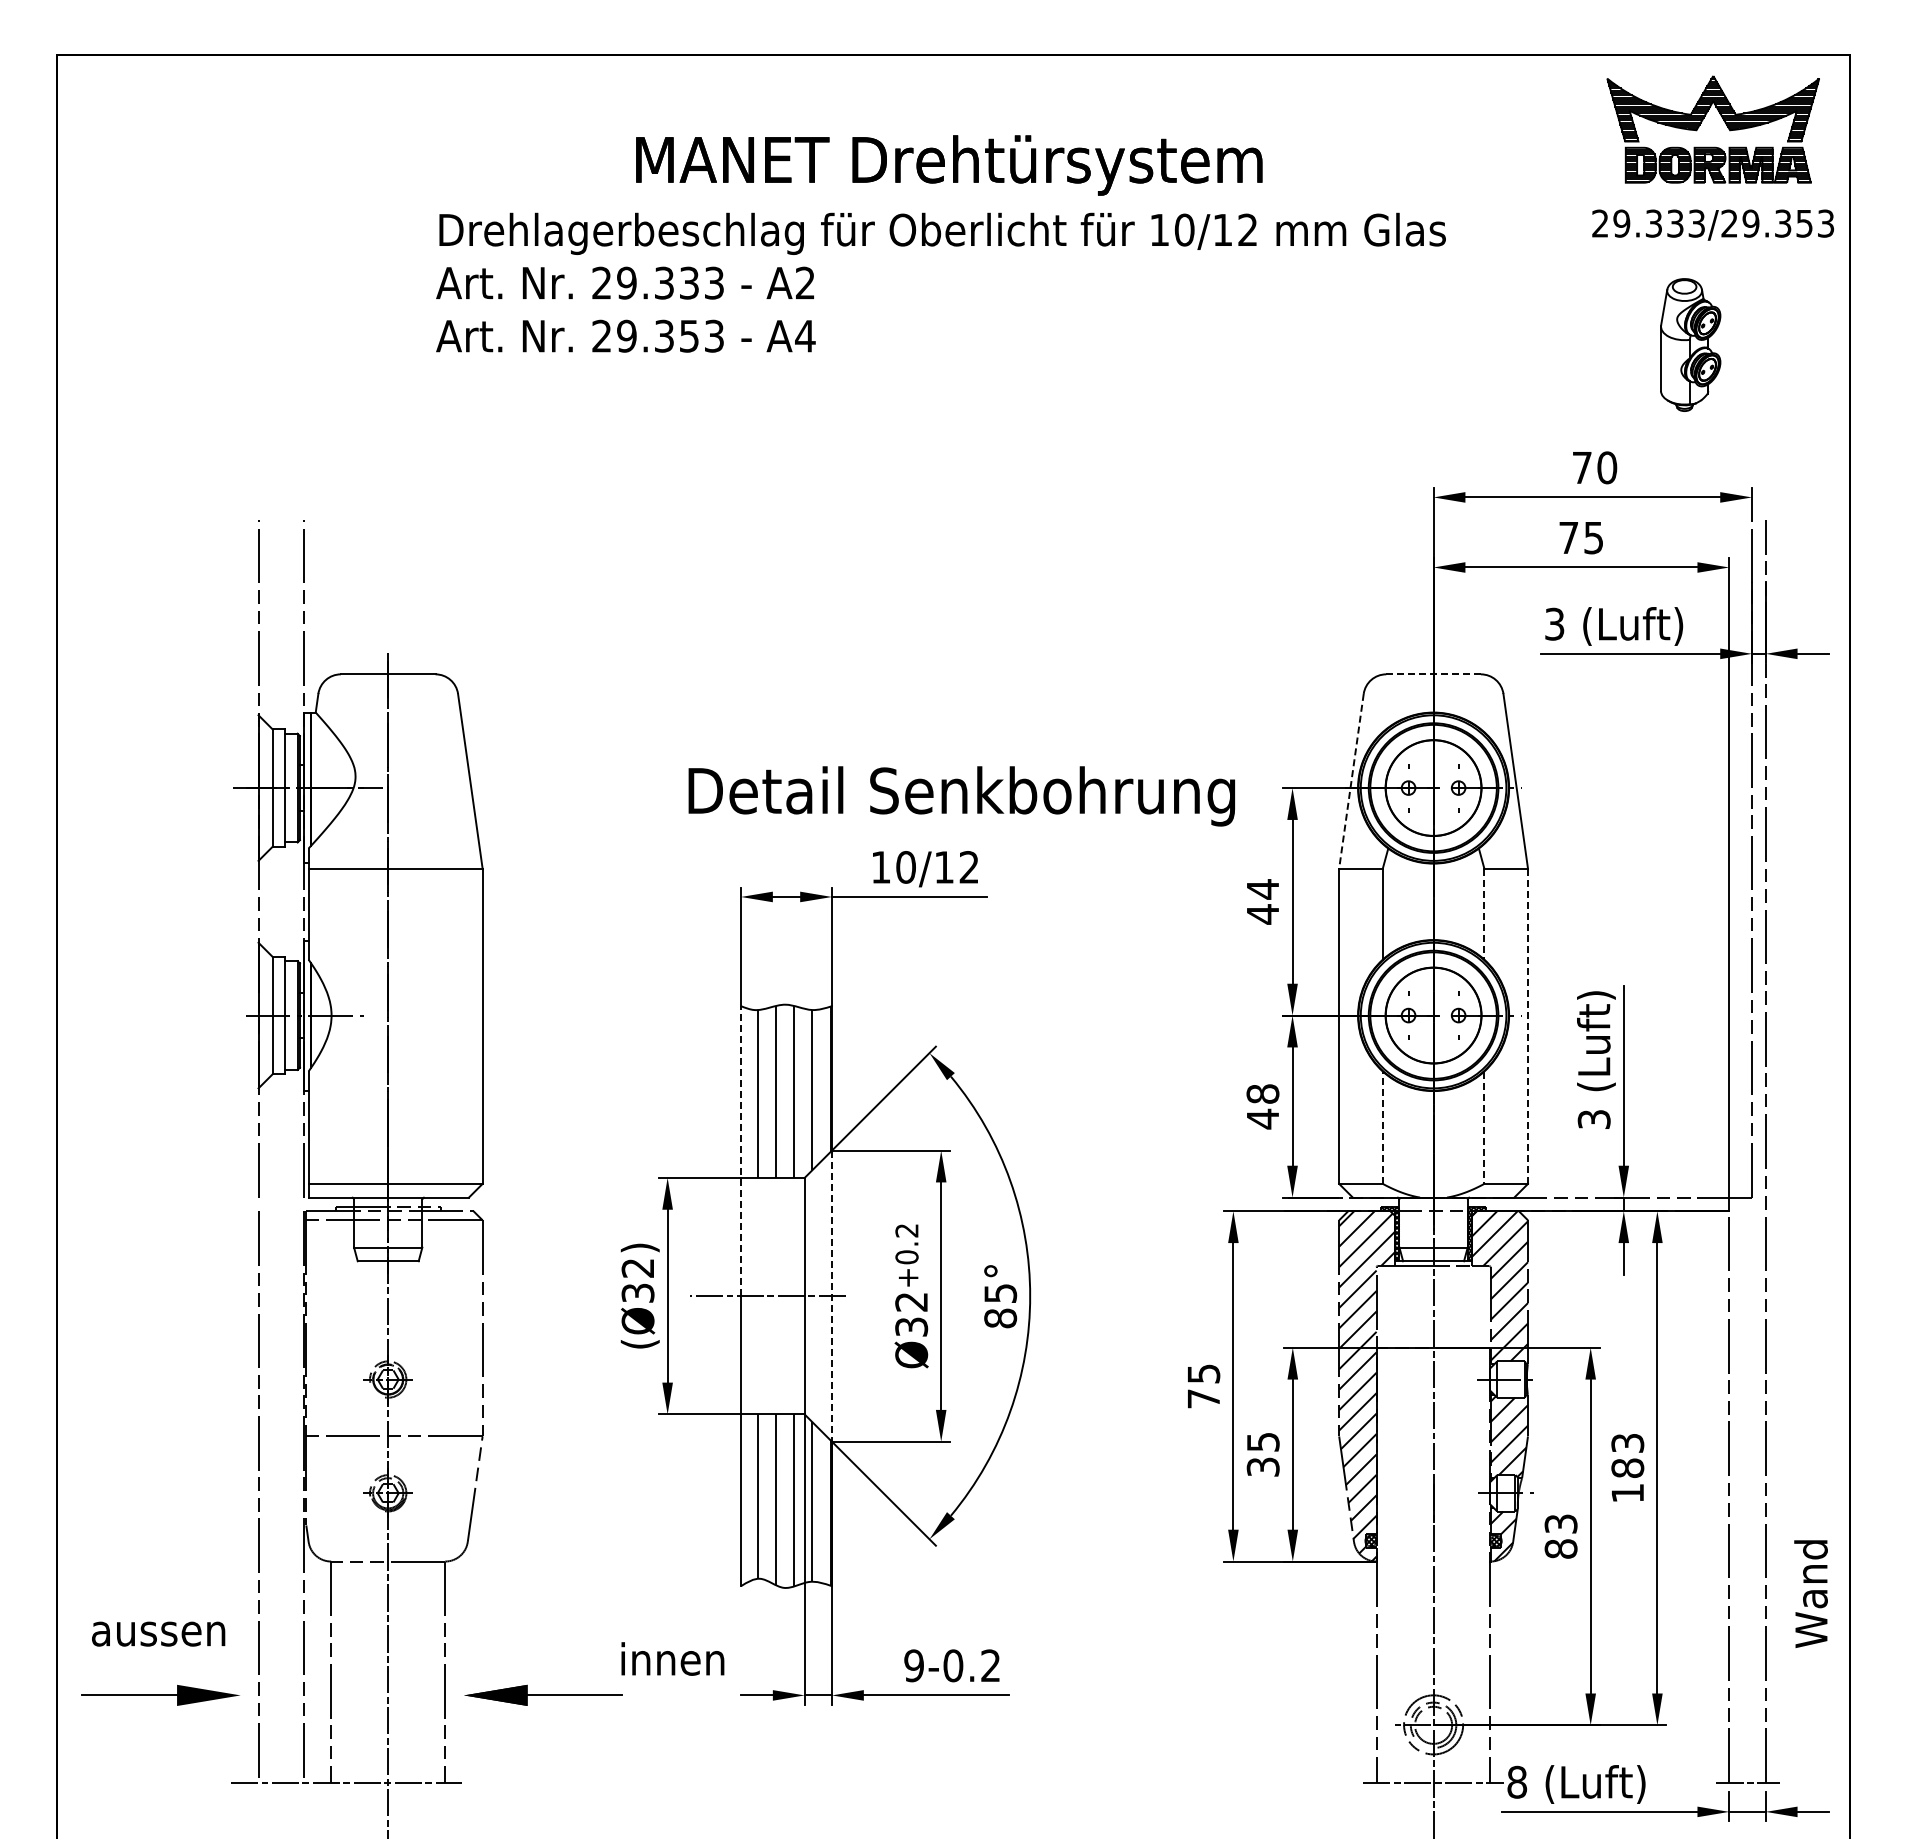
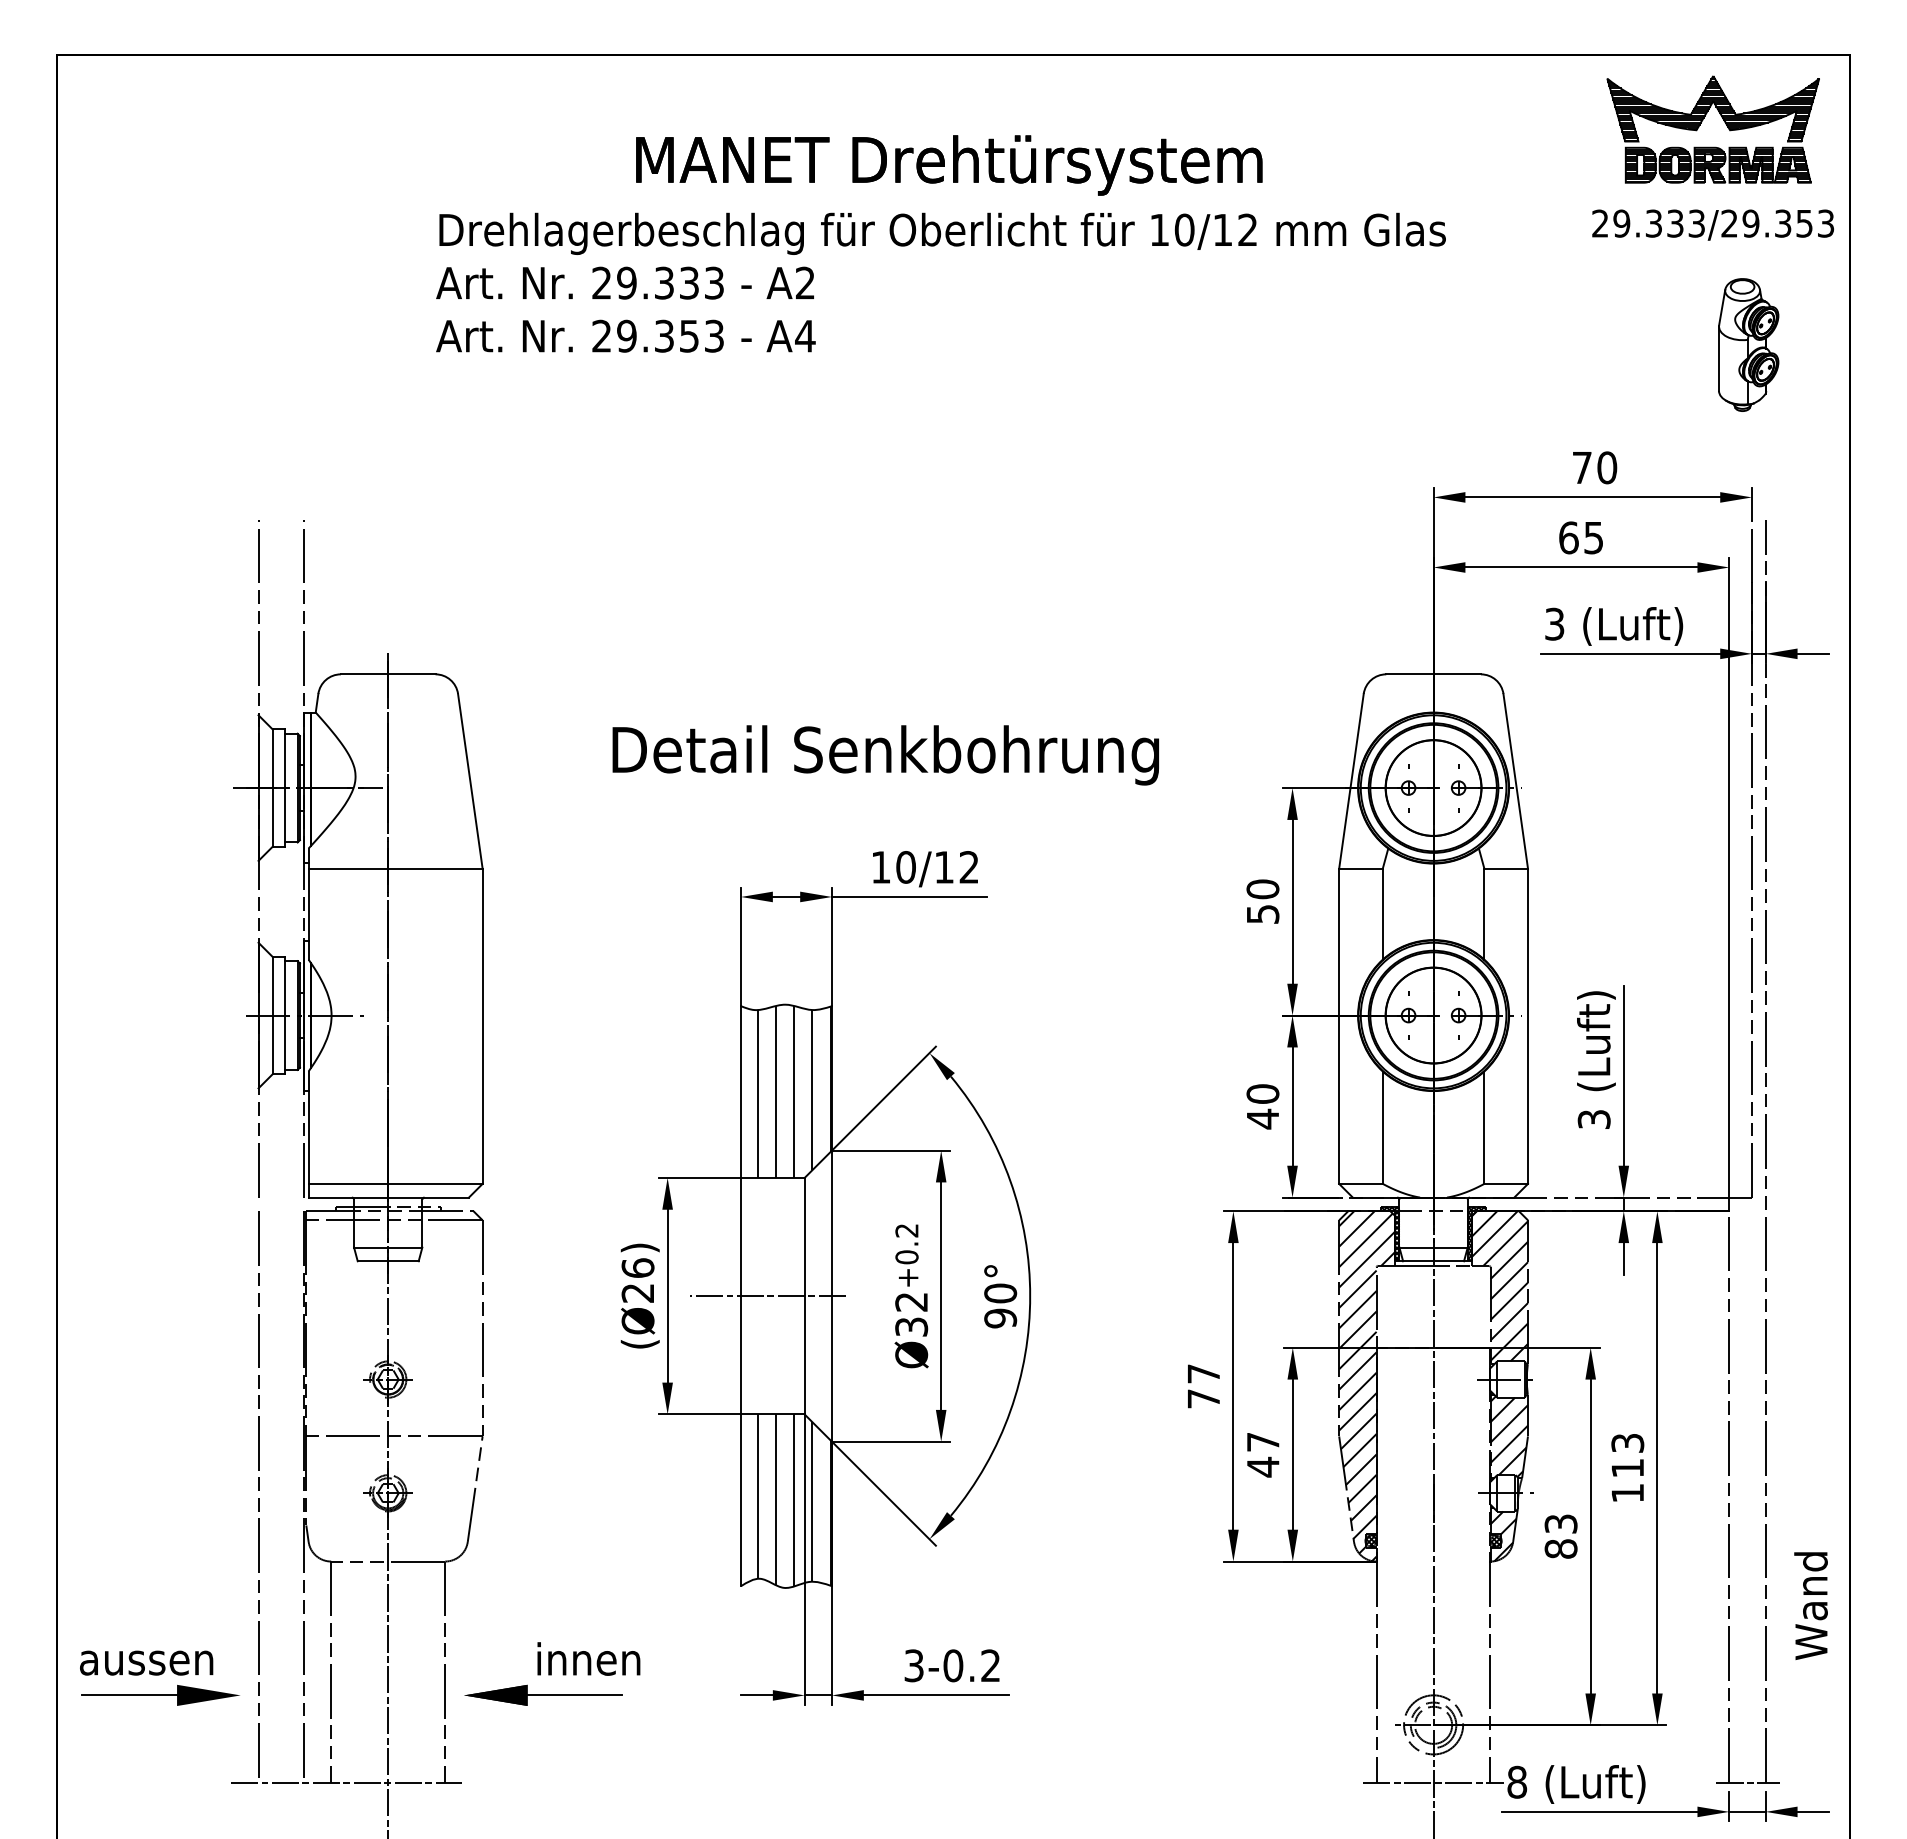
part at (1690, 344) position: (1690, 344) -> (1748, 344)
text at (1568, 537): 75 -> 65
line at (1434, 674): dashed -> solid
line at (1351, 781): dashed -> solid
text at (961, 796) position: (961, 796) -> (885, 755)
text at (1262, 901): 44 -> 50
line at (1484, 914): dashed -> solid
line at (1528, 1026): dashed -> solid
text at (1262, 1093): 48 -> 40
line at (1382, 1127): dashed -> solid
line at (1484, 1128): dashed -> solid
line at (741, 1150): dashed -> solid
text at (637, 1280): (Ø32) -> (Ø26)
line at (832, 1296): dashed -> solid
text at (1000, 1305): 85° -> 90°
text at (1204, 1373): 75 -> 77
text at (1262, 1455): 35 -> 47
text at (1627, 1468): 183 -> 113
text at (1810, 1593) position: (1810, 1593) -> (1810, 1605)
text at (158, 1633) position: (158, 1633) -> (146, 1662)
text at (672, 1658) position: (672, 1658) -> (588, 1658)
text at (913, 1665): 9-0.2 -> 3-0.2
